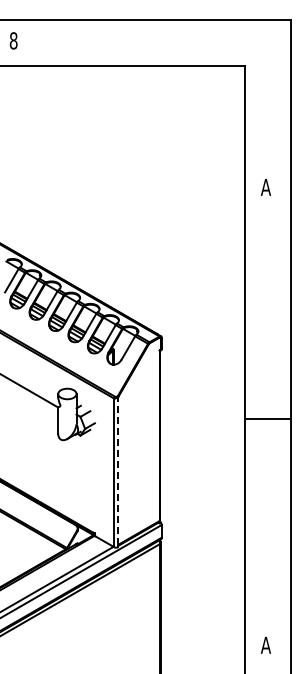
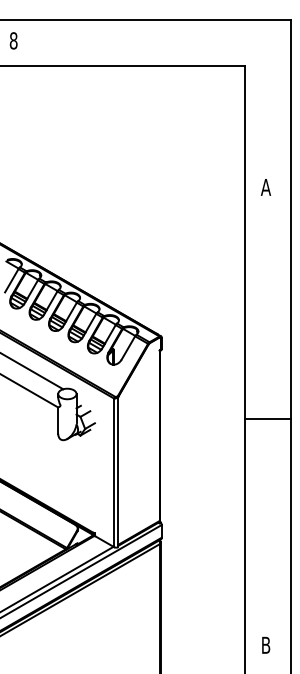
line at (32, 371): none -> present
line at (118, 470): dashed -> solid
text at (265, 644): A -> B
